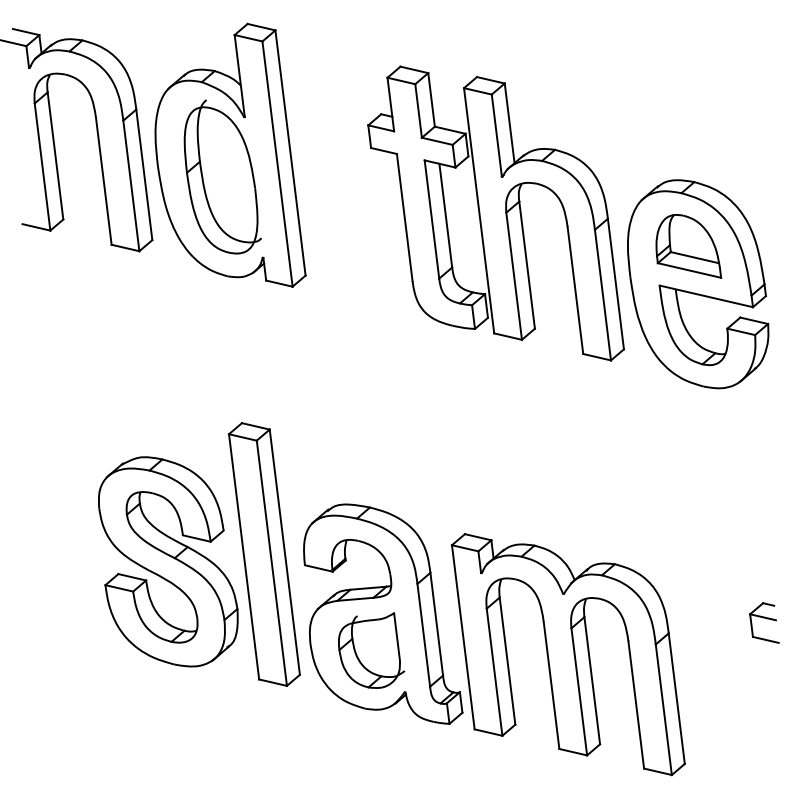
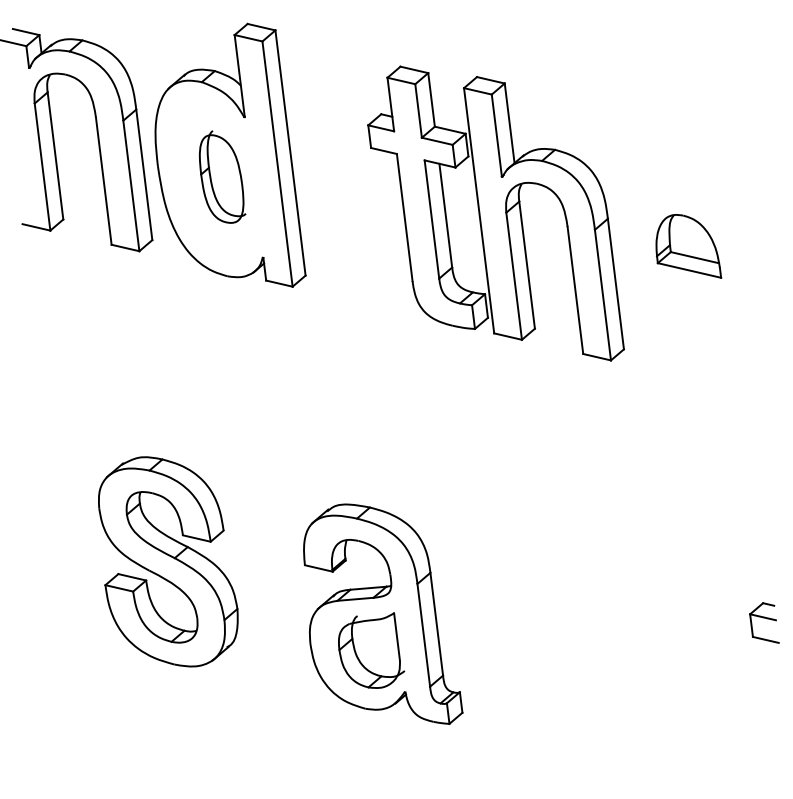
part at (222, 176) size: 79x156 px -> 48x94 px
part at (698, 284): present -> none
part at (263, 554): present -> none
part at (567, 654): present -> none
